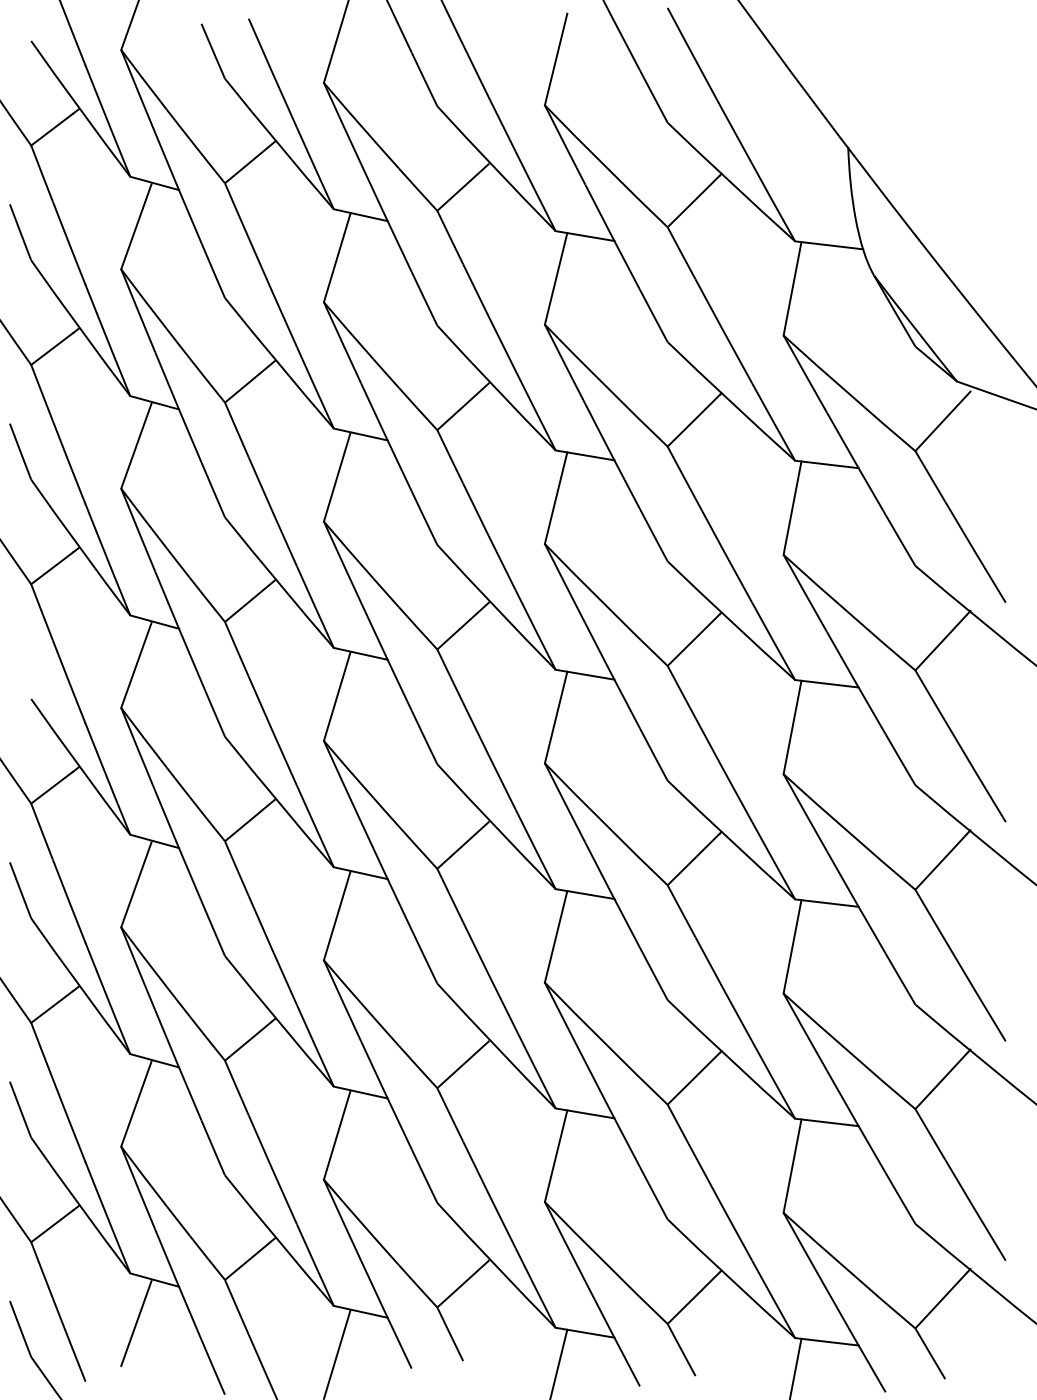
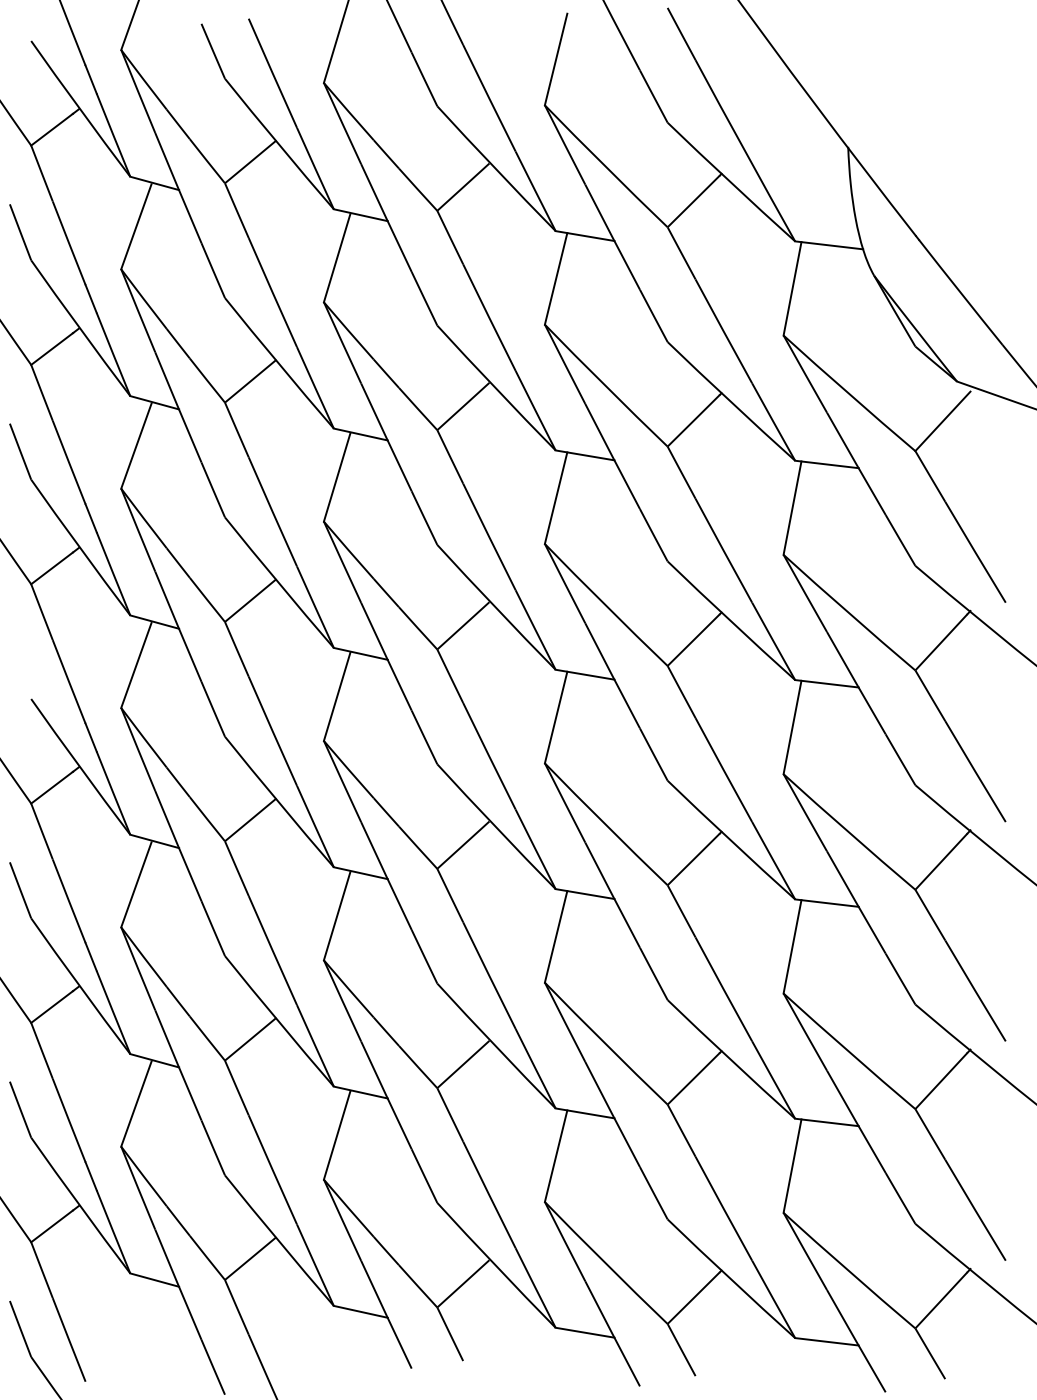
line at (136, 1323): present -> none
line at (337, 1353): present -> none
line at (558, 1362): present -> none
line at (795, 1367): present -> none
